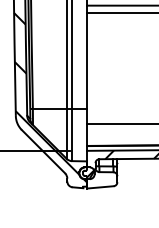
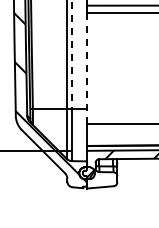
line at (72, 54): solid -> dashed
line at (87, 68): solid -> dashed
